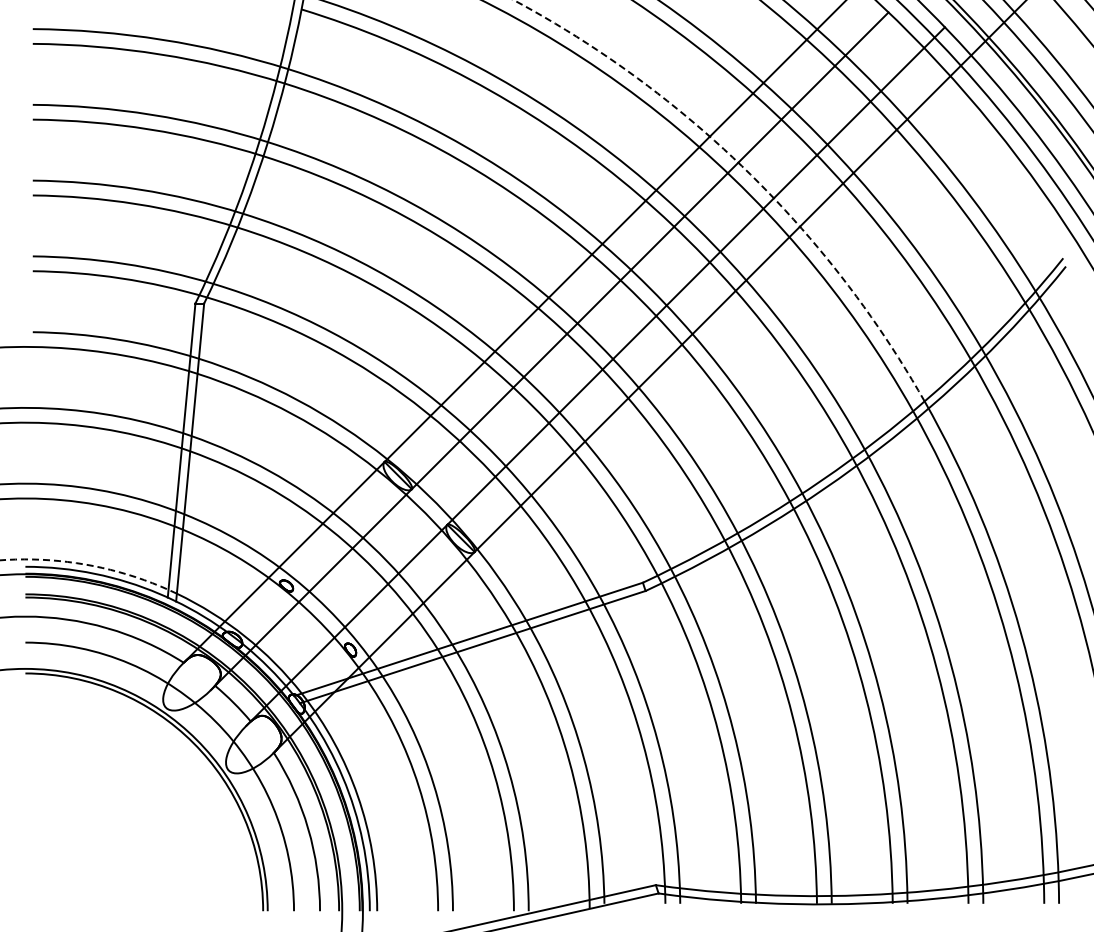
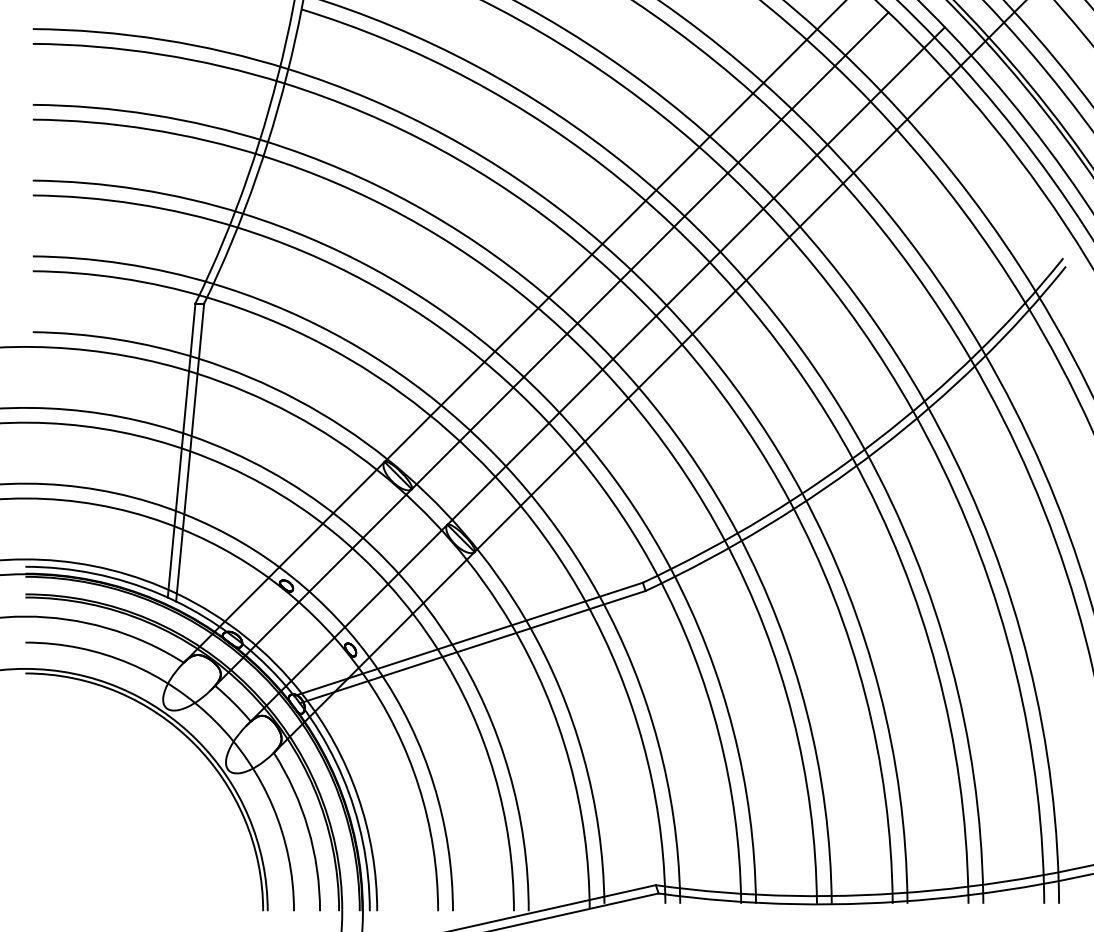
arc at (747, 171): dashed -> solid
arc at (90, 565): dashed -> solid
